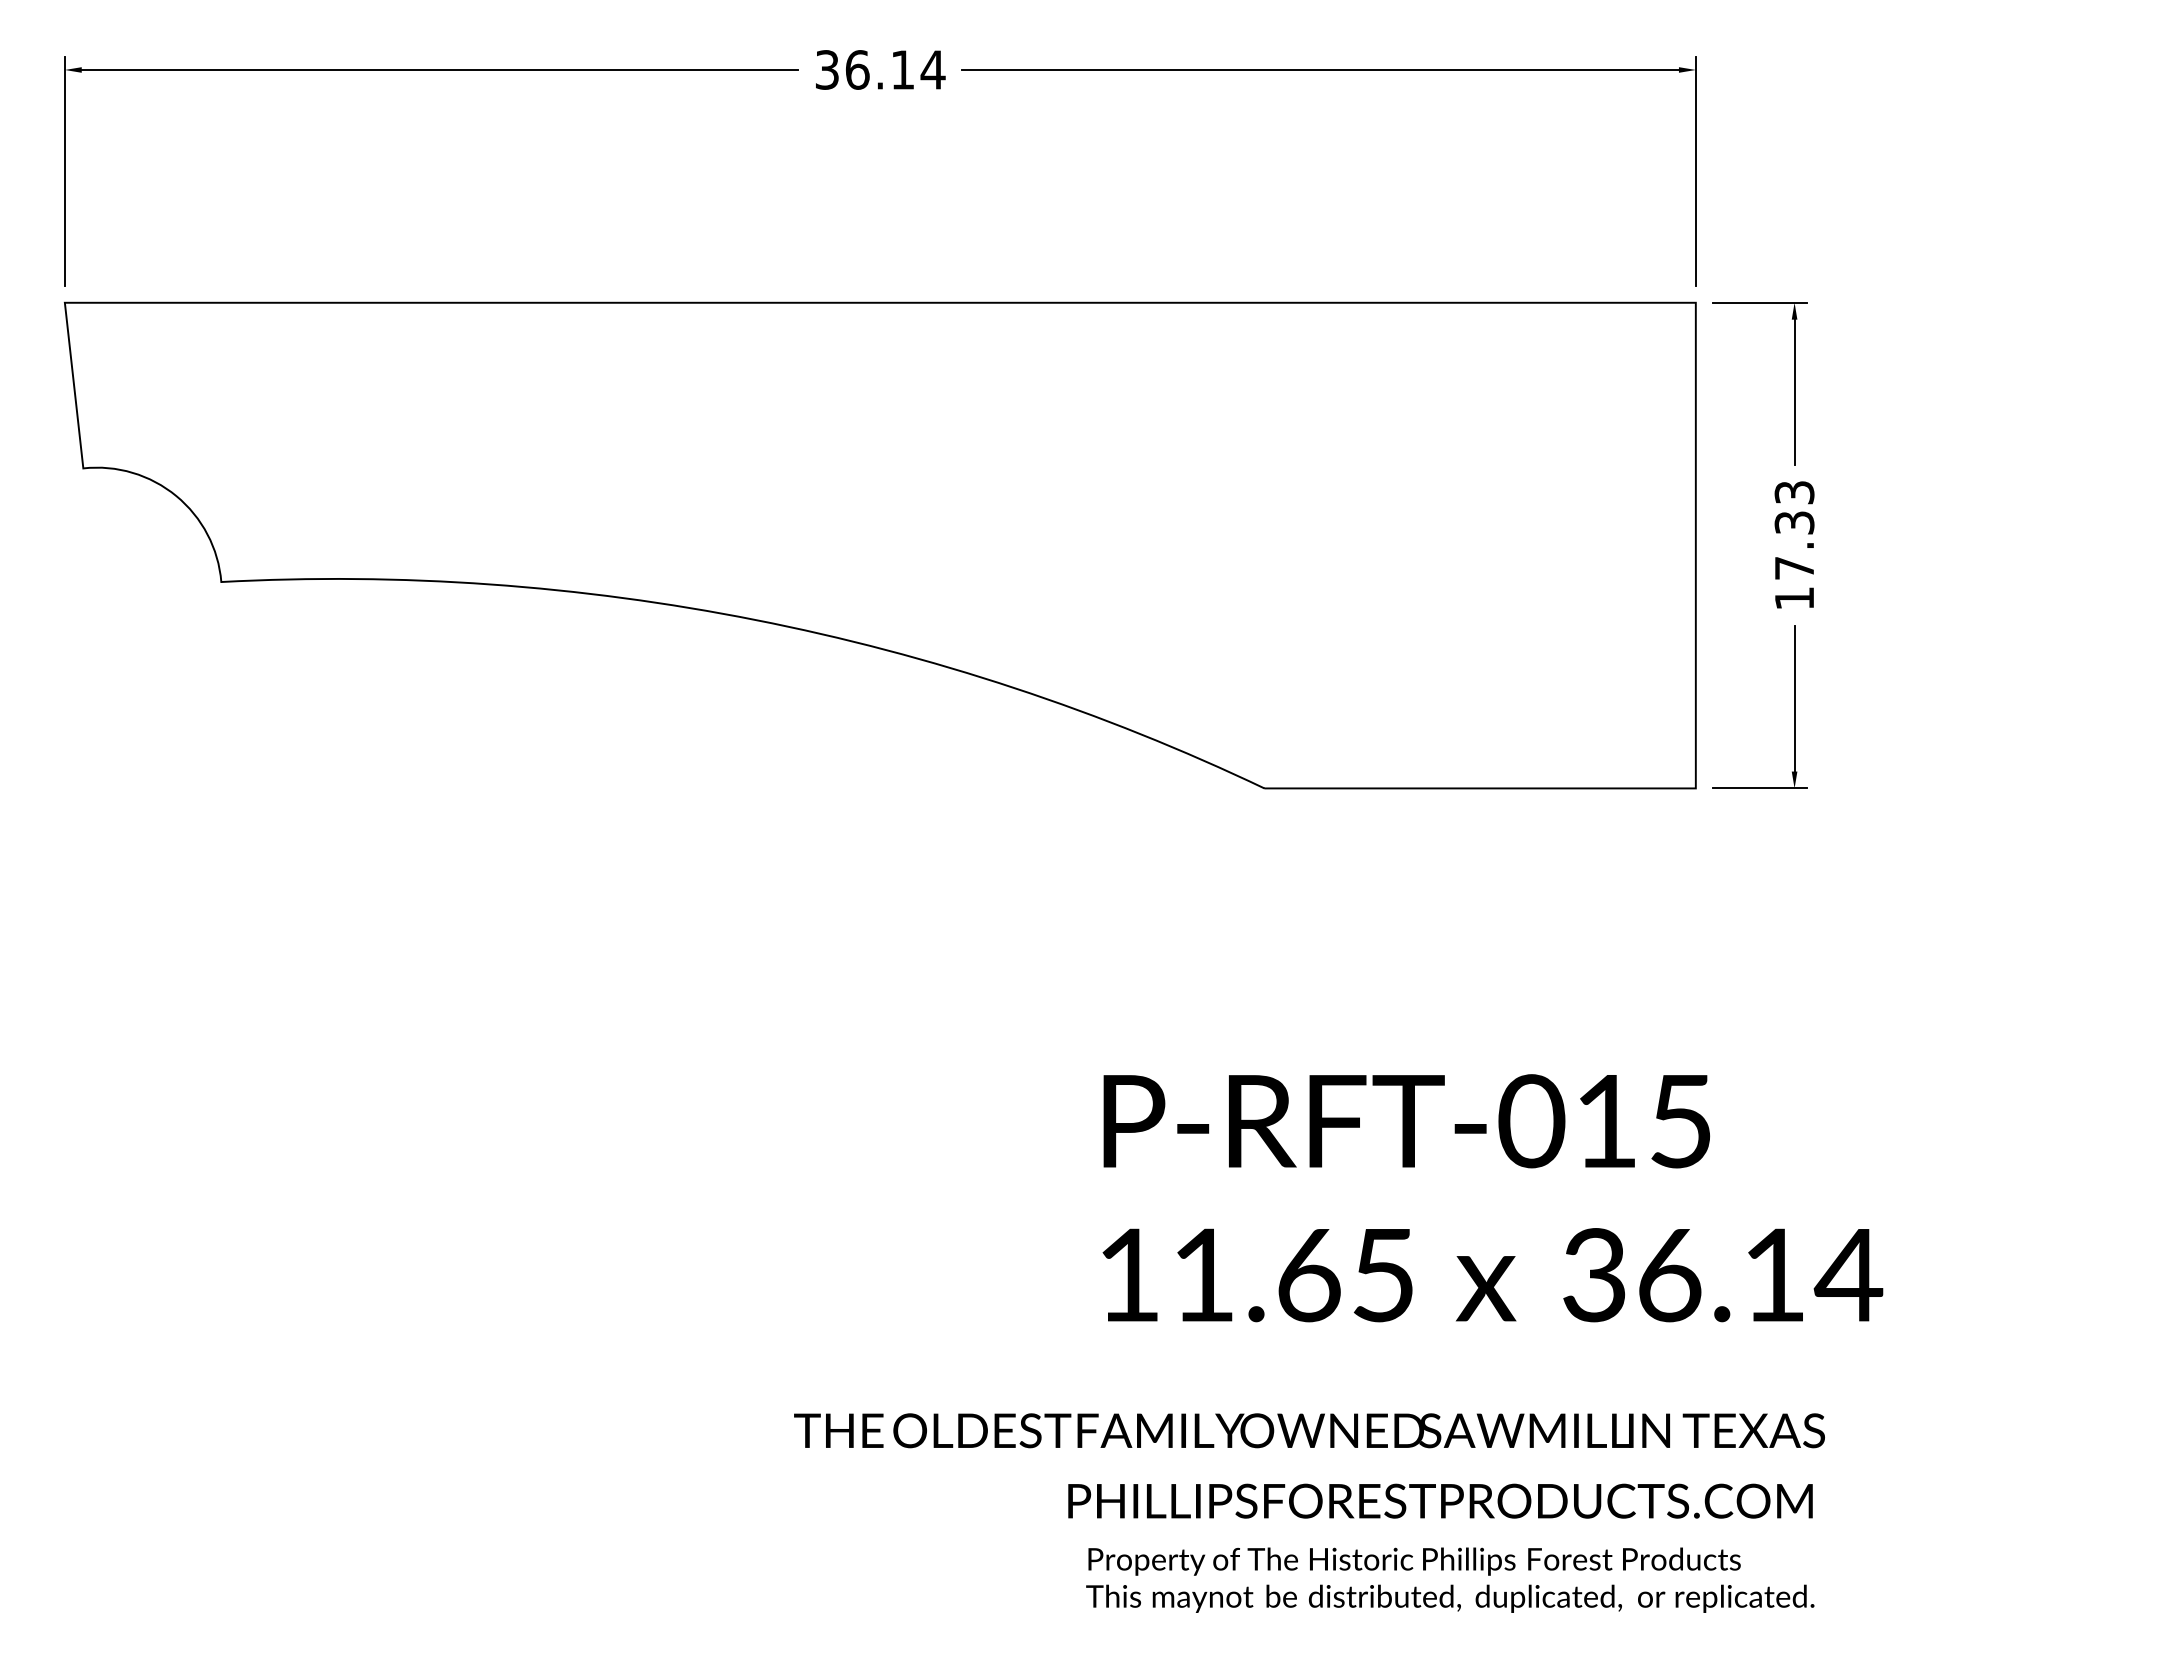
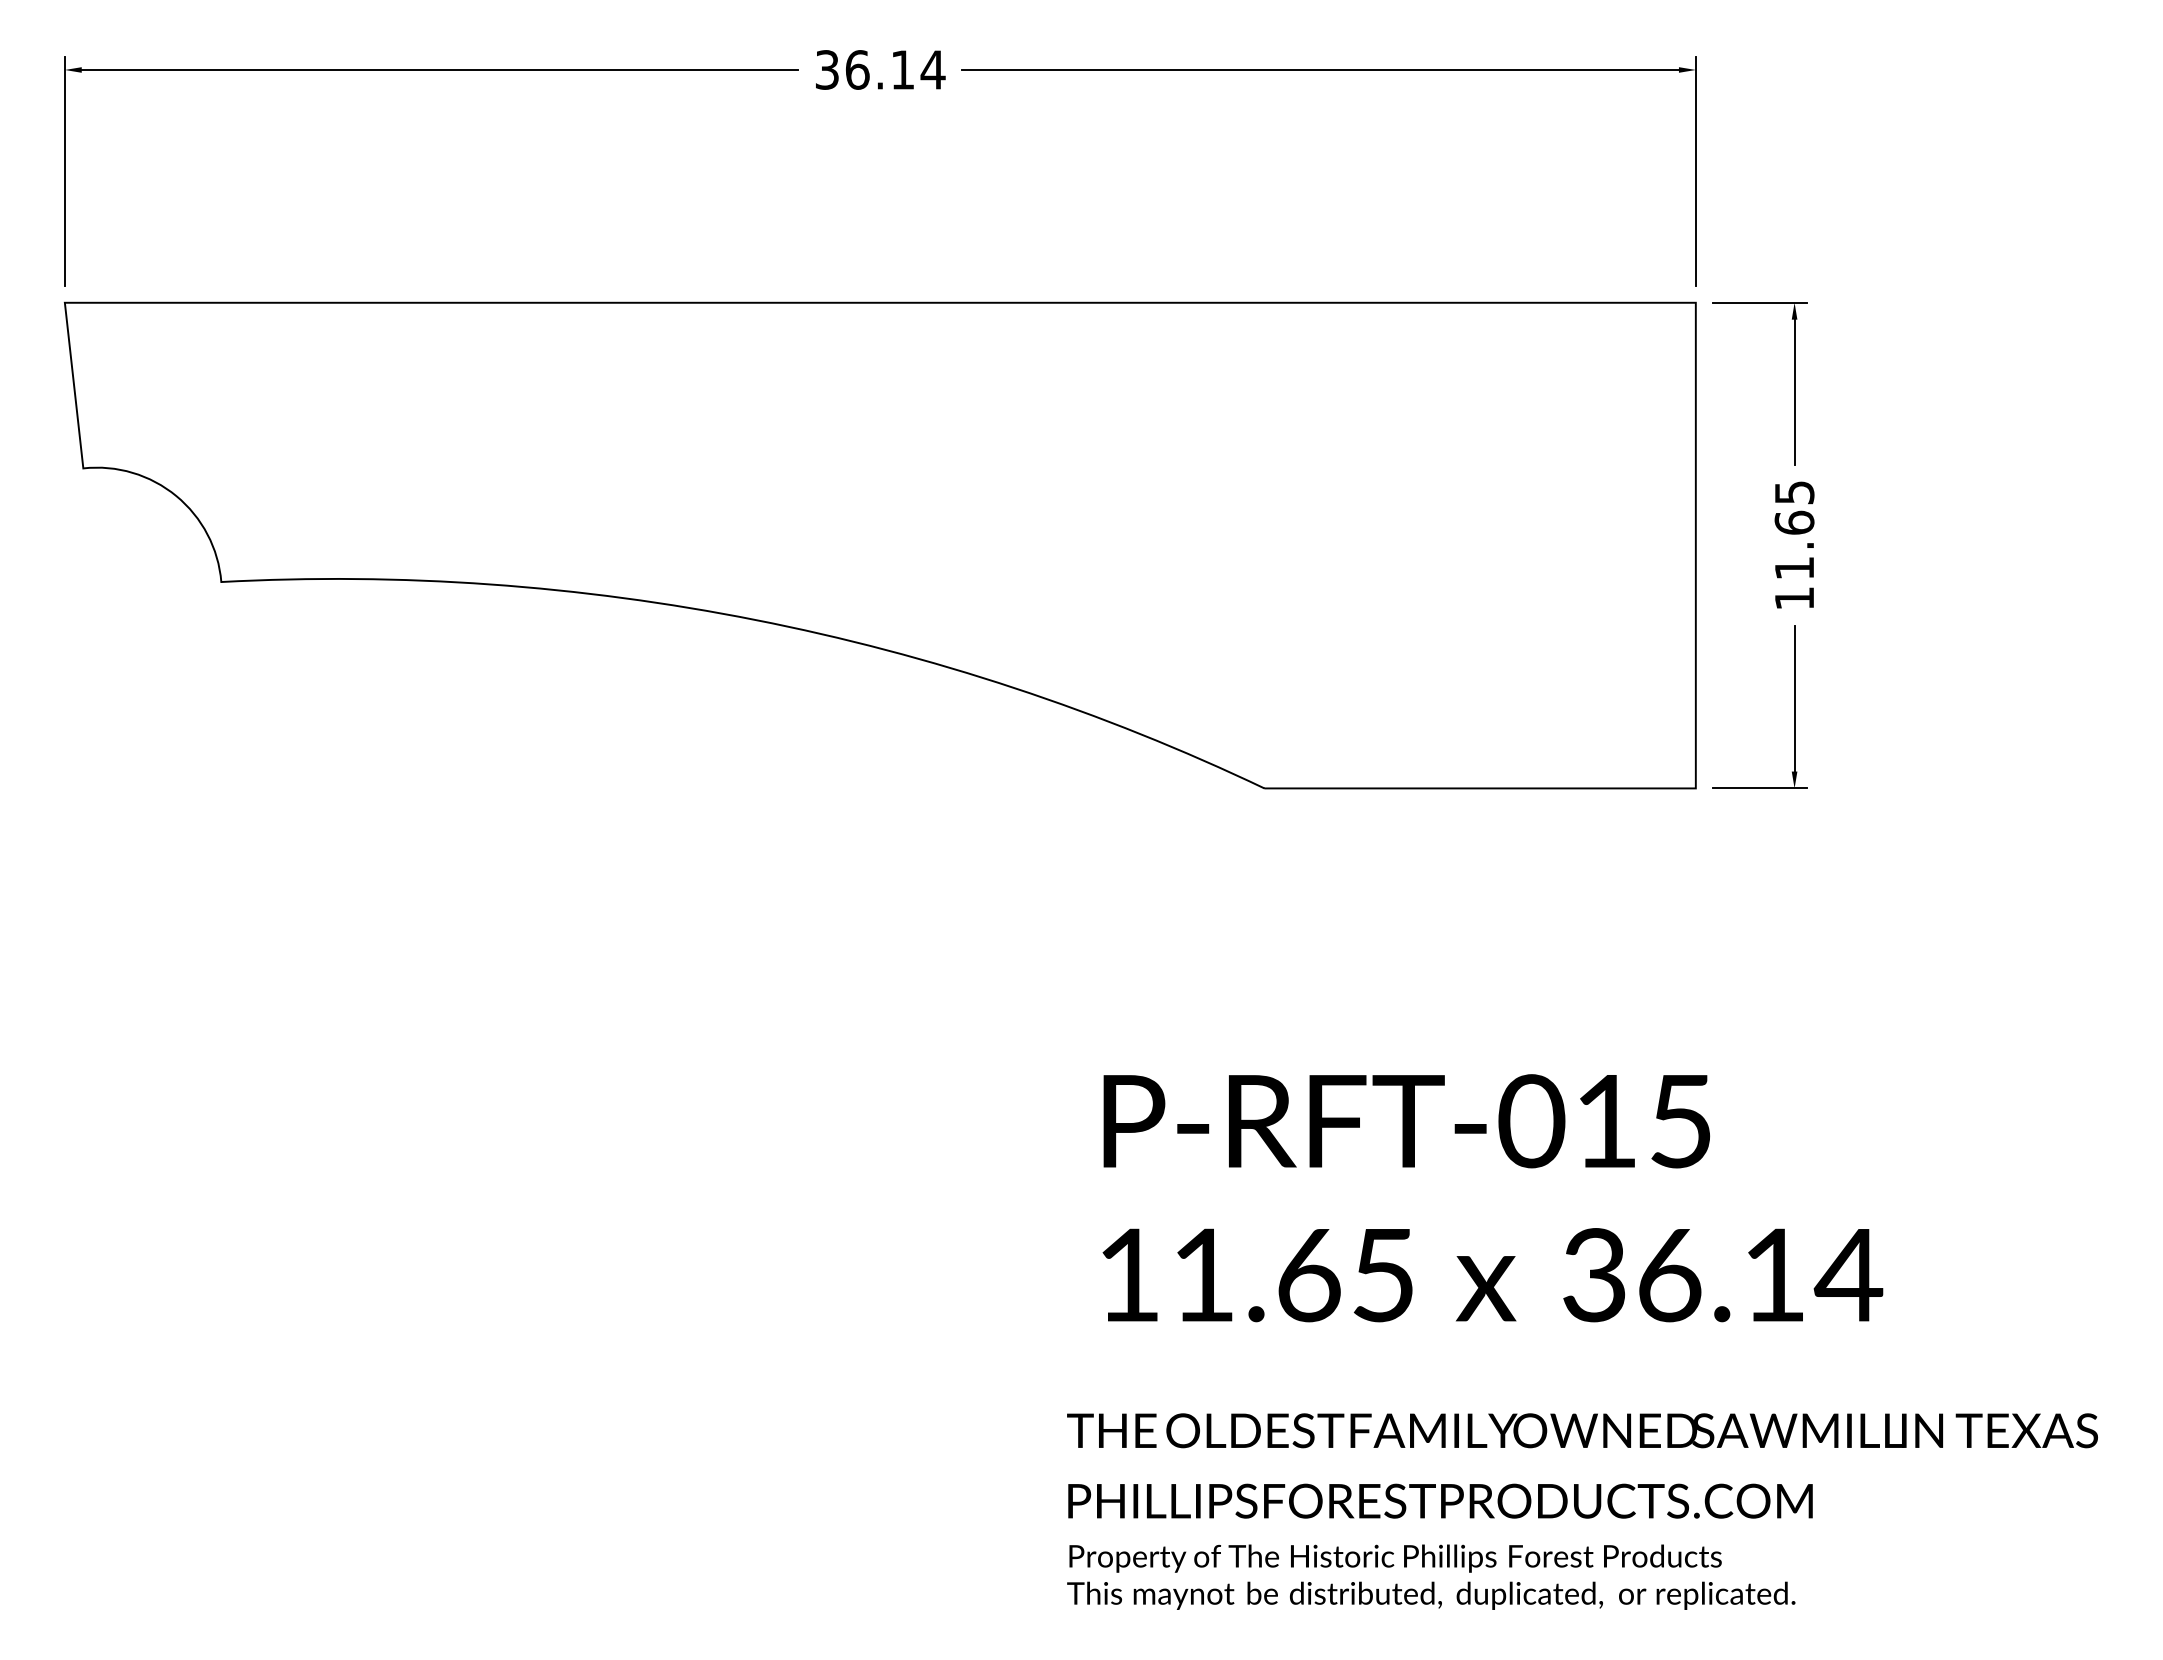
text at (1794, 530): 17.33 -> 11.65
text at (1309, 1430) position: (1309, 1430) -> (1582, 1430)
text at (1450, 1579) position: (1450, 1579) -> (1431, 1576)
